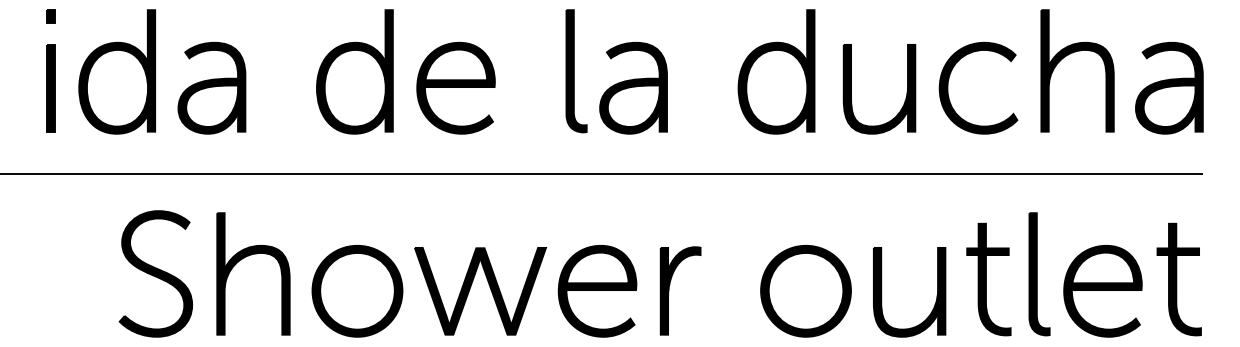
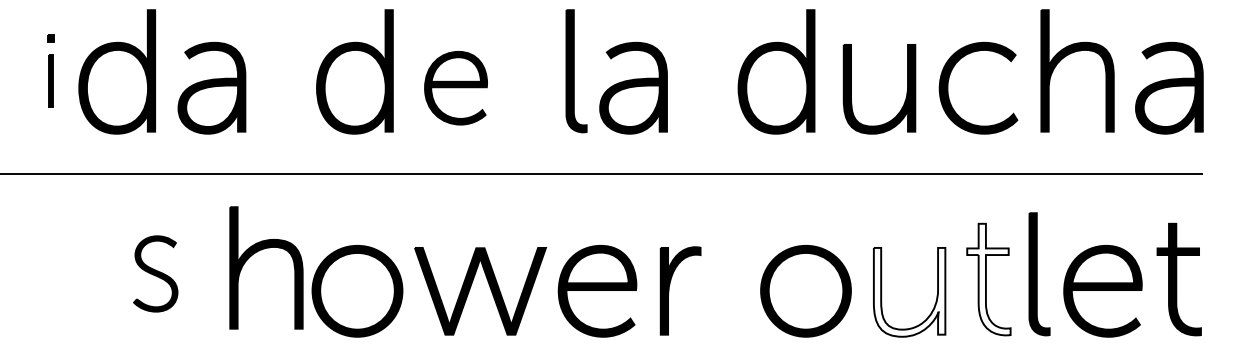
part at (50, 70) size: 10x124 px -> 8x74 px
part at (455, 87) size: 80x94 px -> 64x75 px
part at (246, 257) position: (246, 257) -> (259, 251)
part at (155, 273) size: 75x128 px -> 46x78 px
fill at (988, 279): present -> none
fill at (909, 291): present -> none
